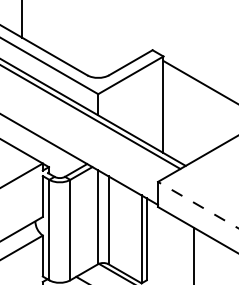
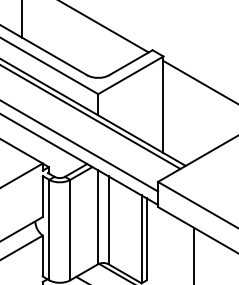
line at (105, 27): none -> present
line at (80, 146): none -> present
line at (197, 204): dashed -> solid
